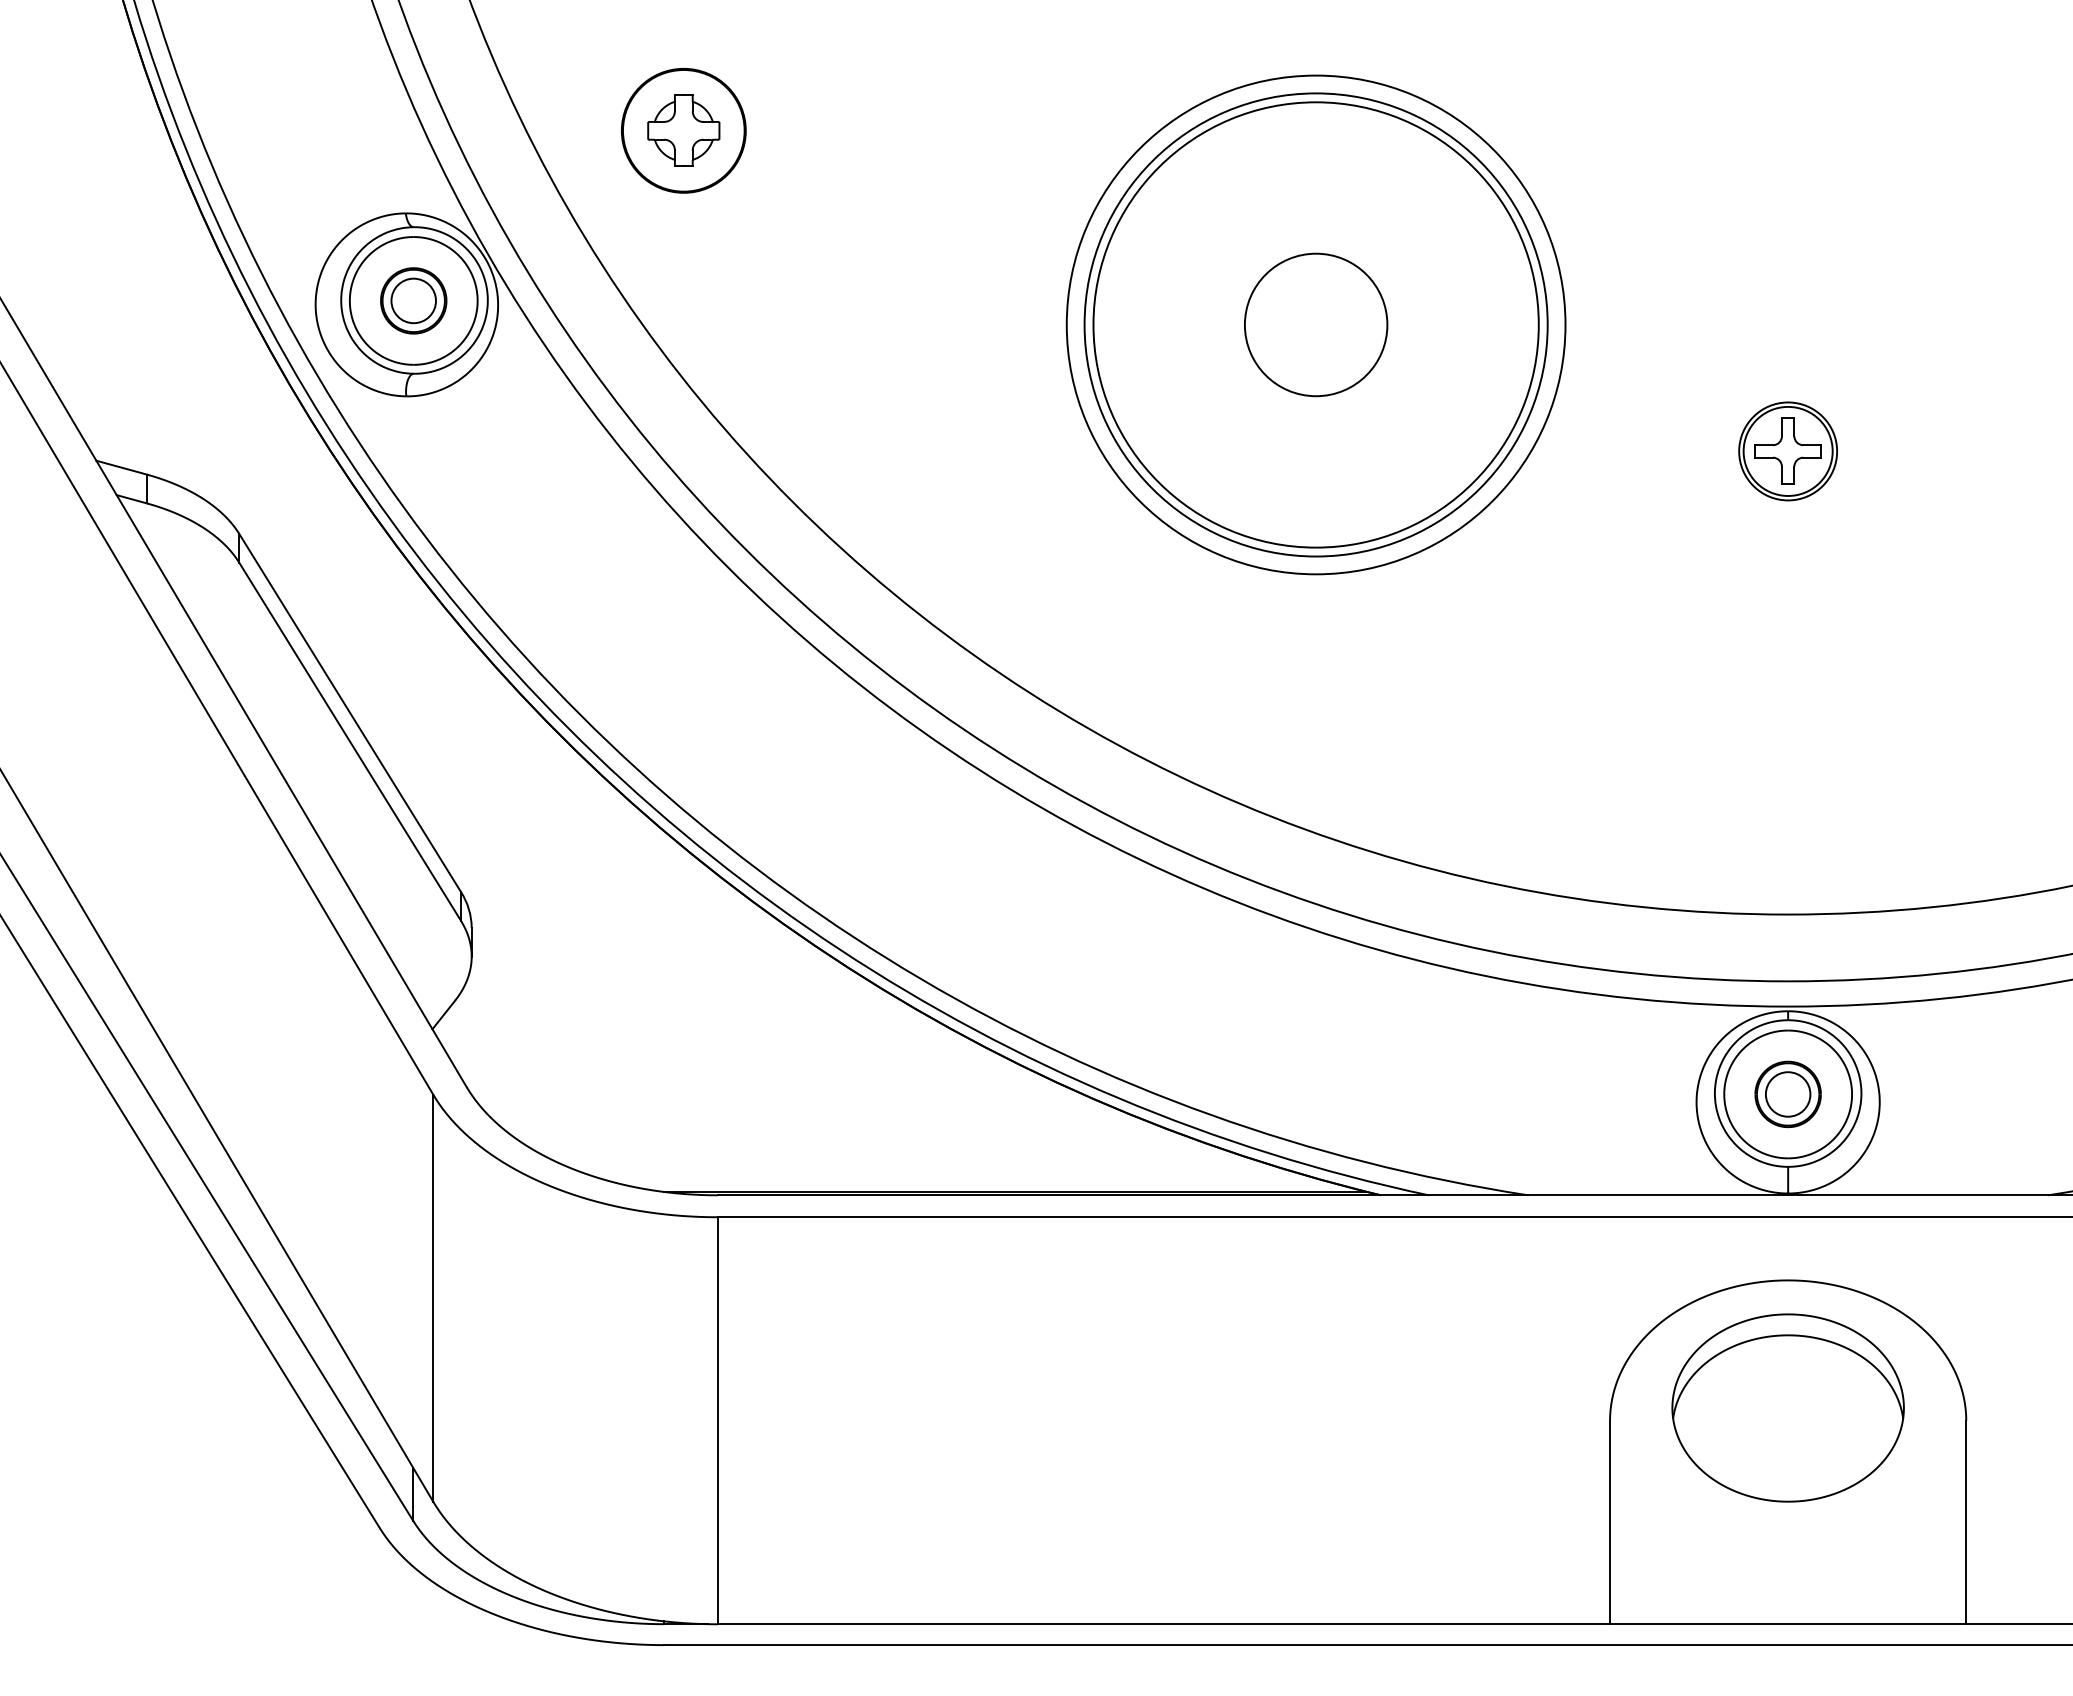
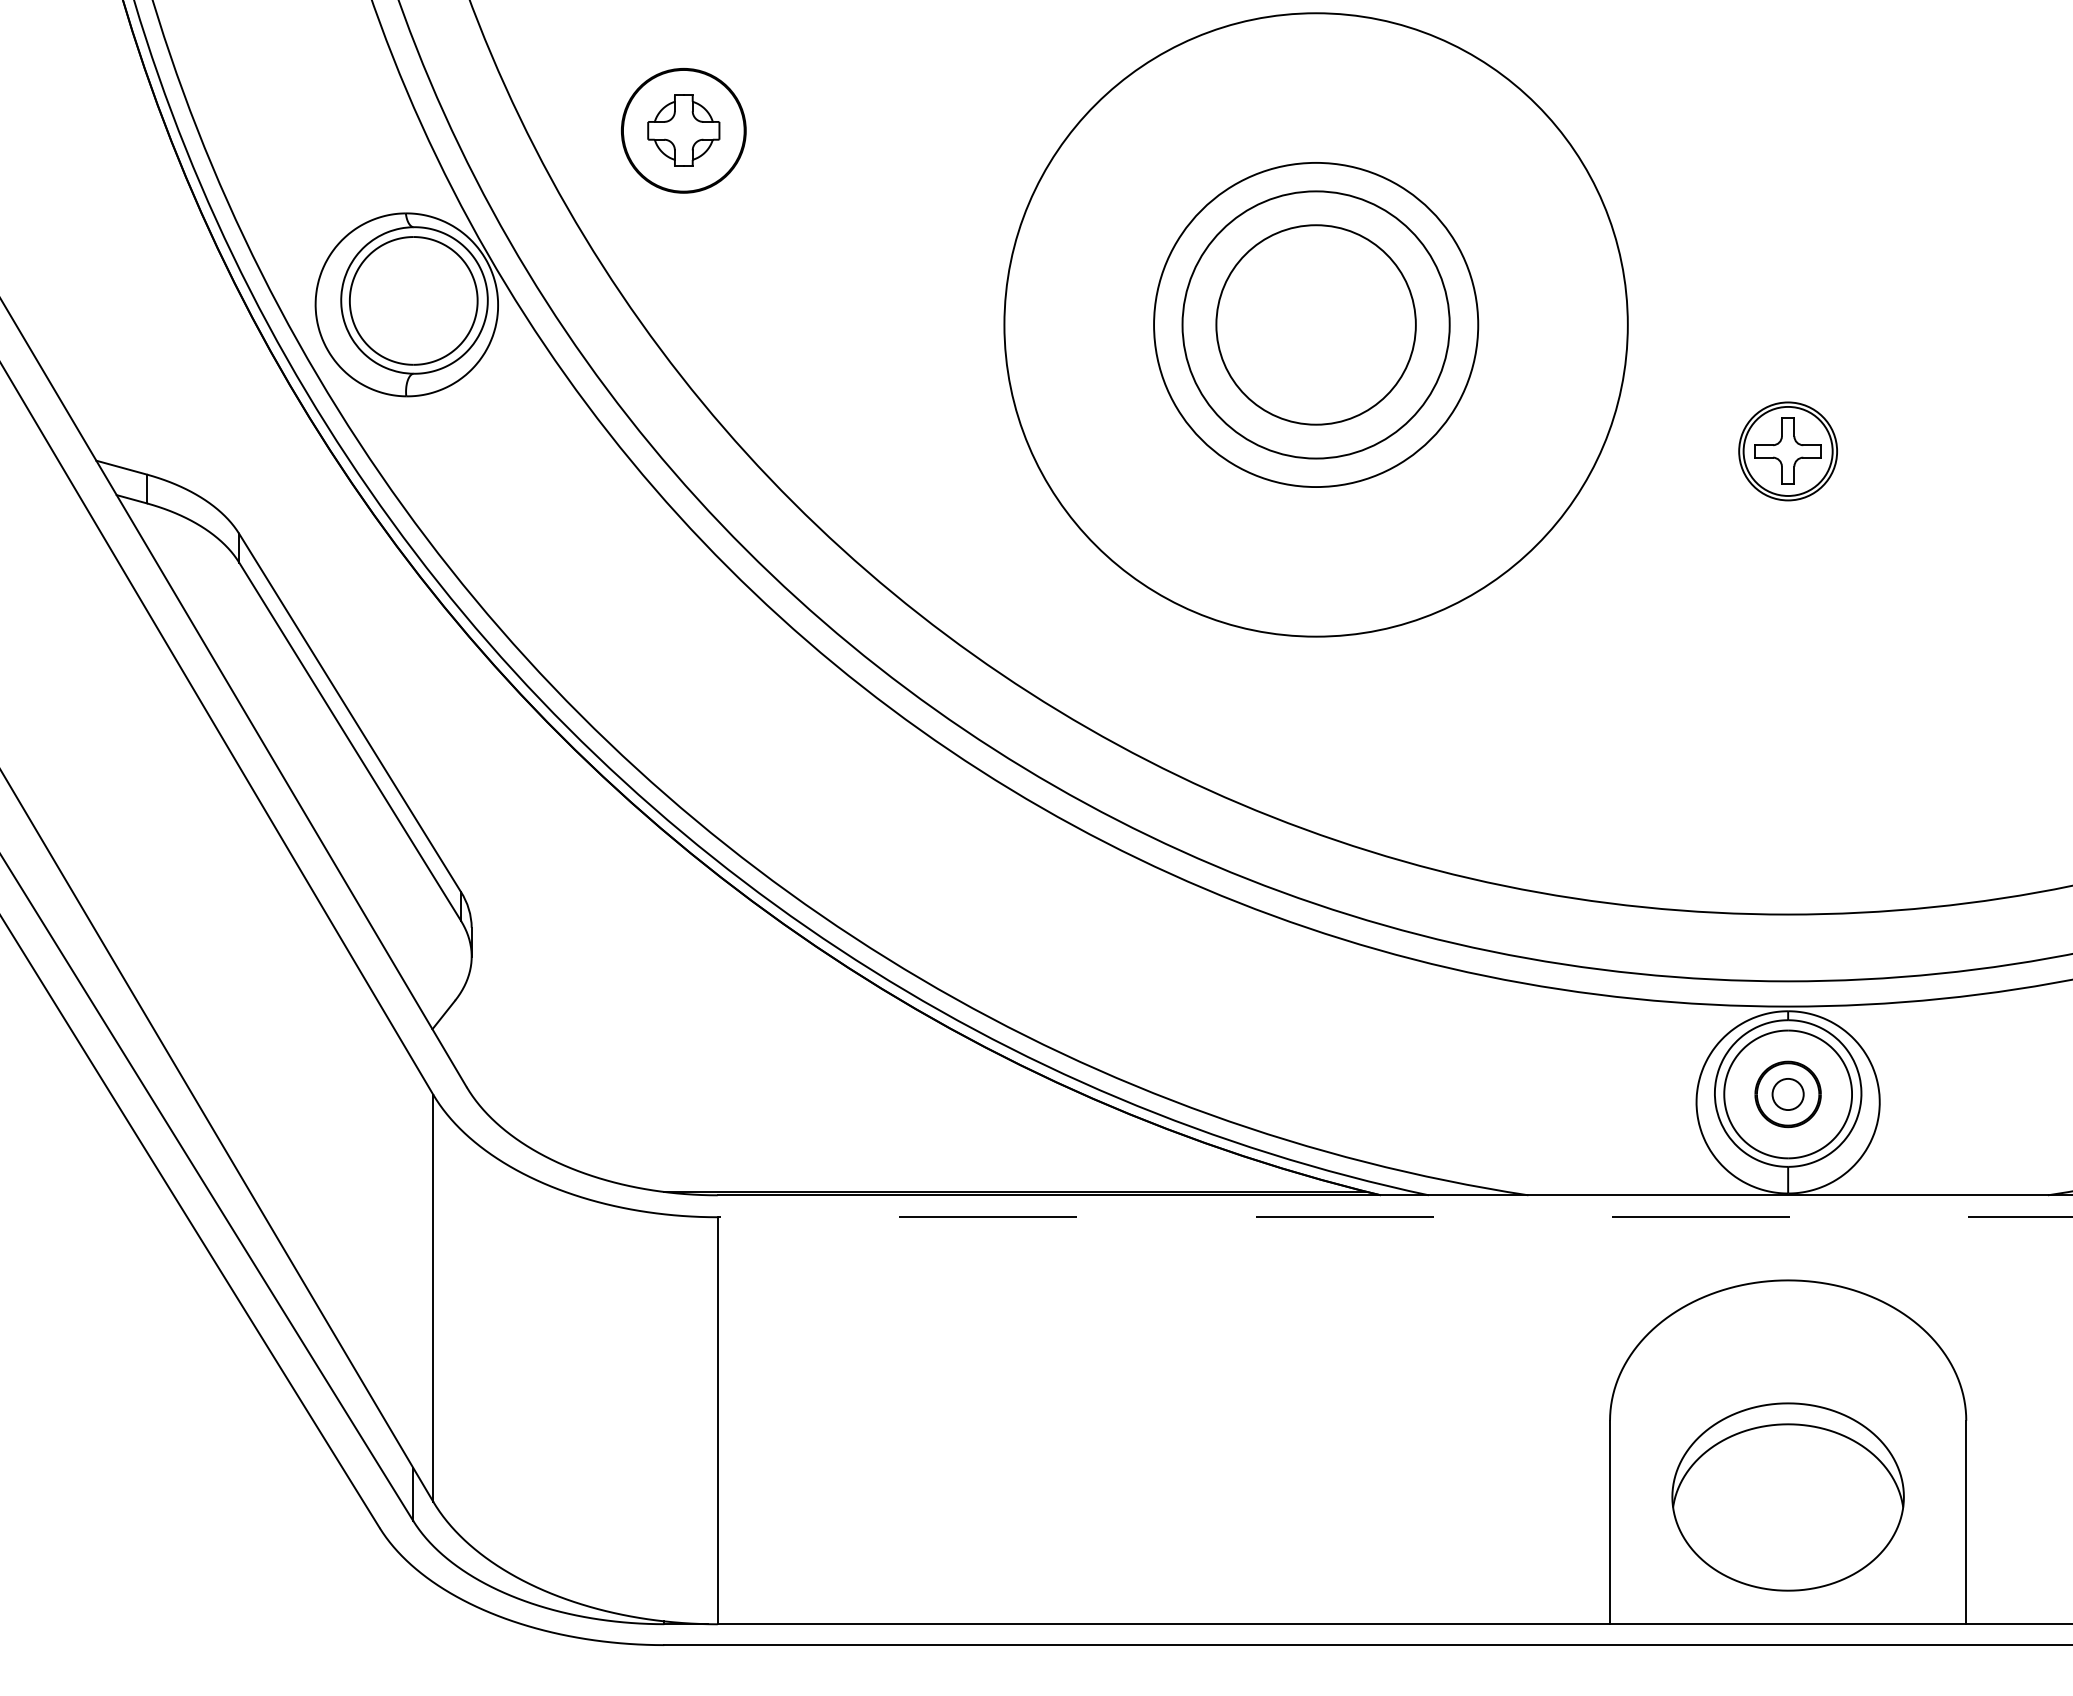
part at (413, 300): present -> none
circle at (1315, 324) diameter: 142 px -> 199 px
circle at (1315, 324) diameter: 445 px -> 267 px
circle at (1315, 324) diameter: 463 px -> 324 px
circle at (1315, 324) diameter: 499 px -> 623 px
circle at (1787, 1094) diameter: 45 px -> 31 px
line at (1394, 1217): solid -> dashed
part at (1787, 1407) position: (1787, 1407) -> (1787, 1496)
